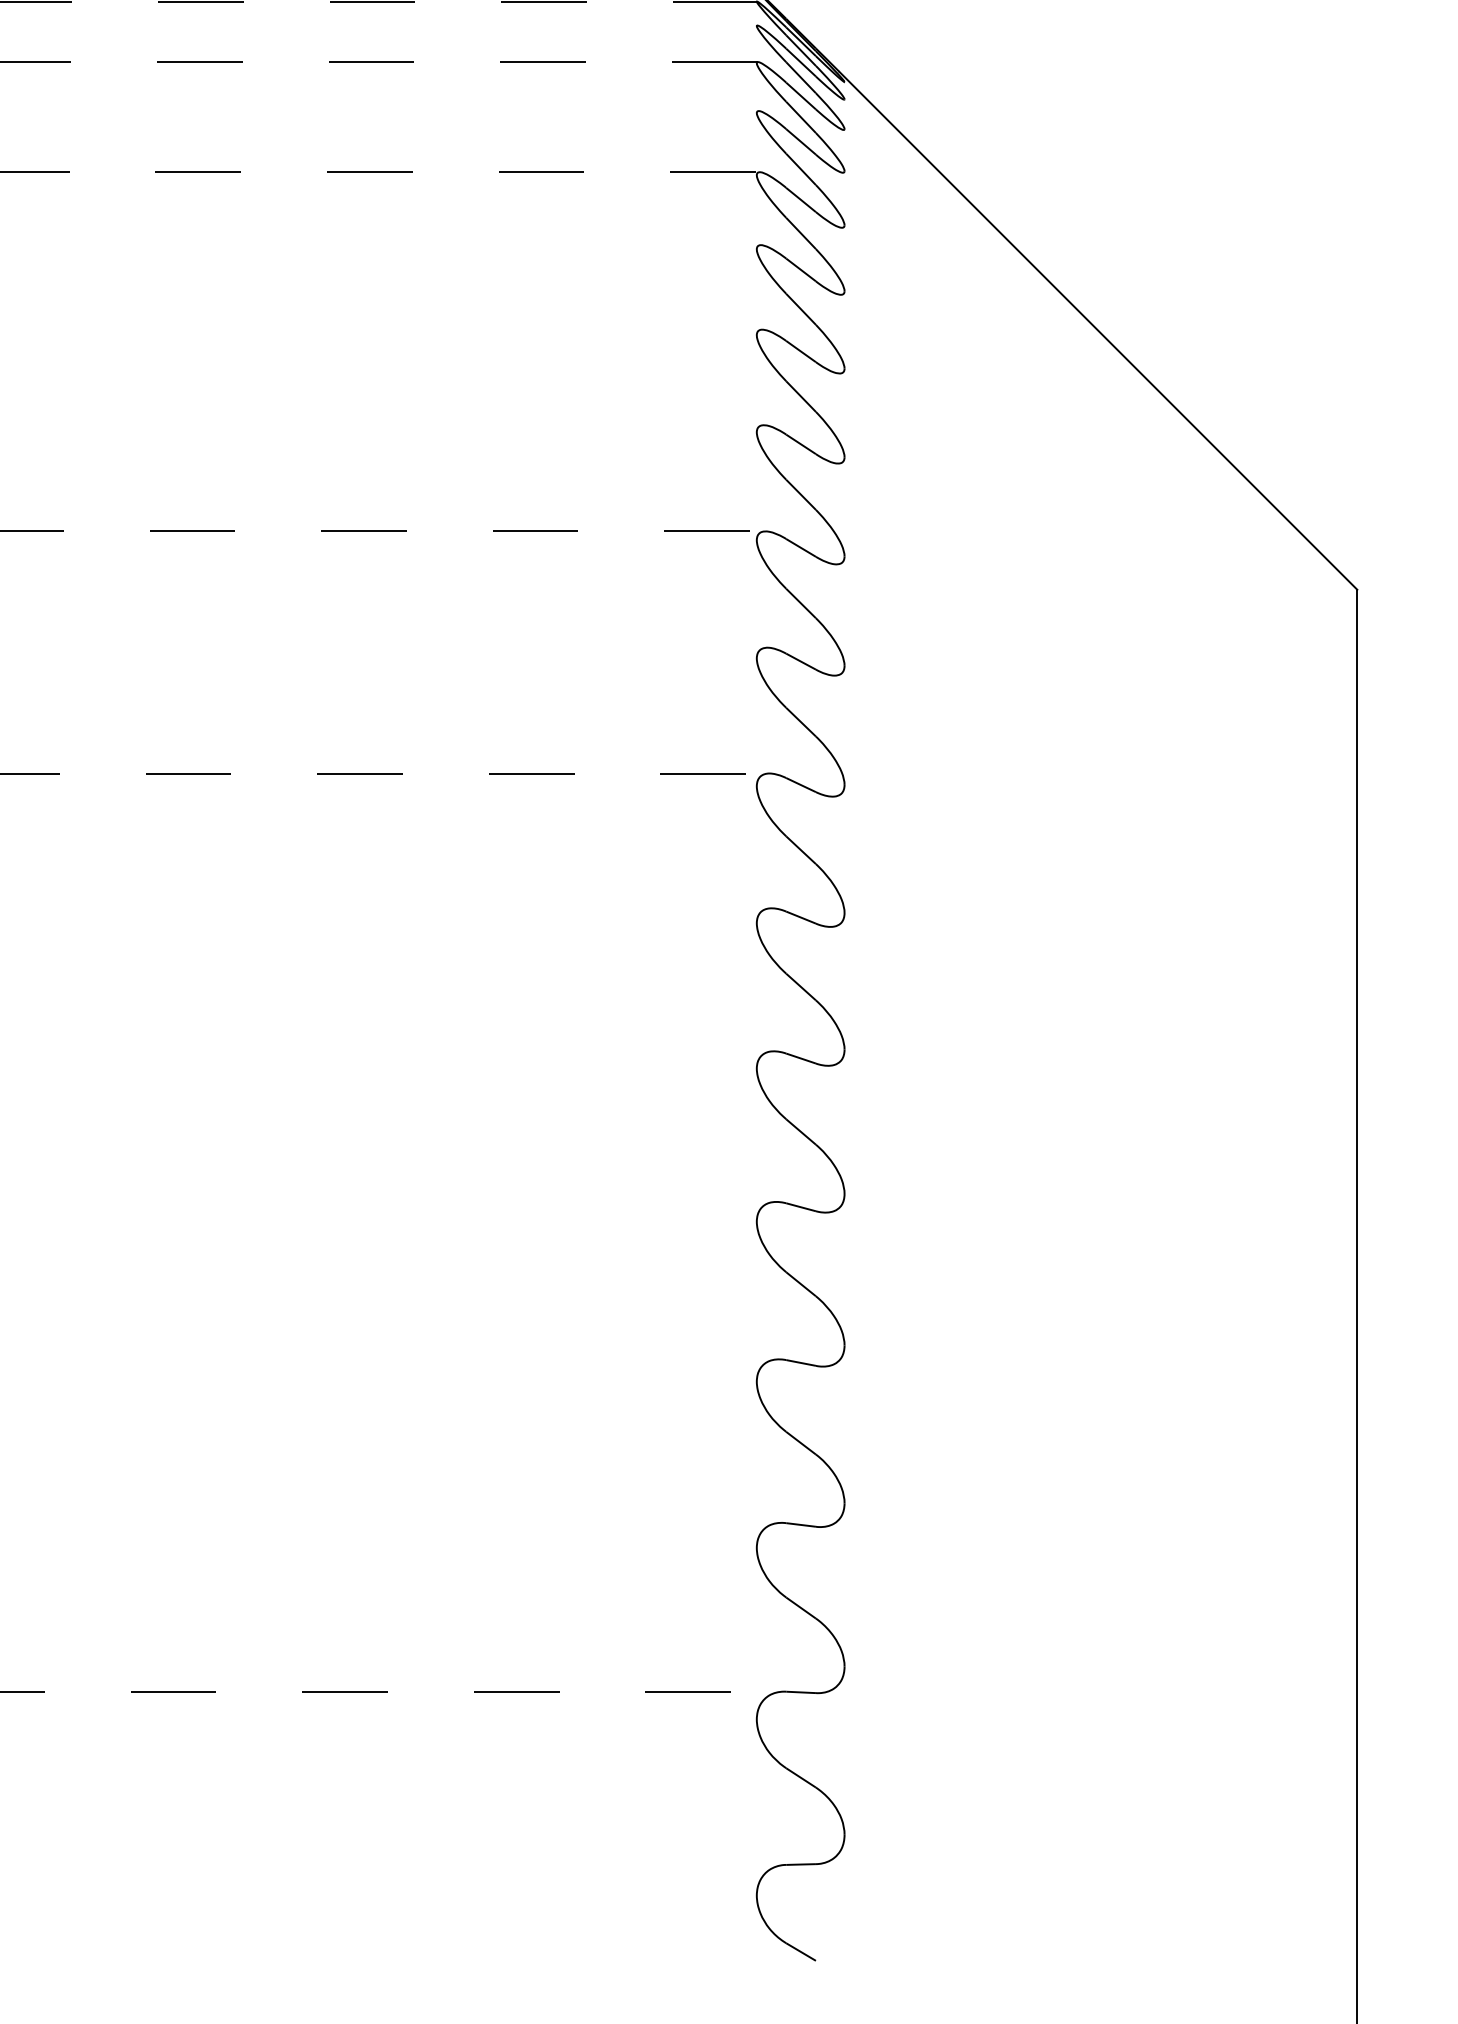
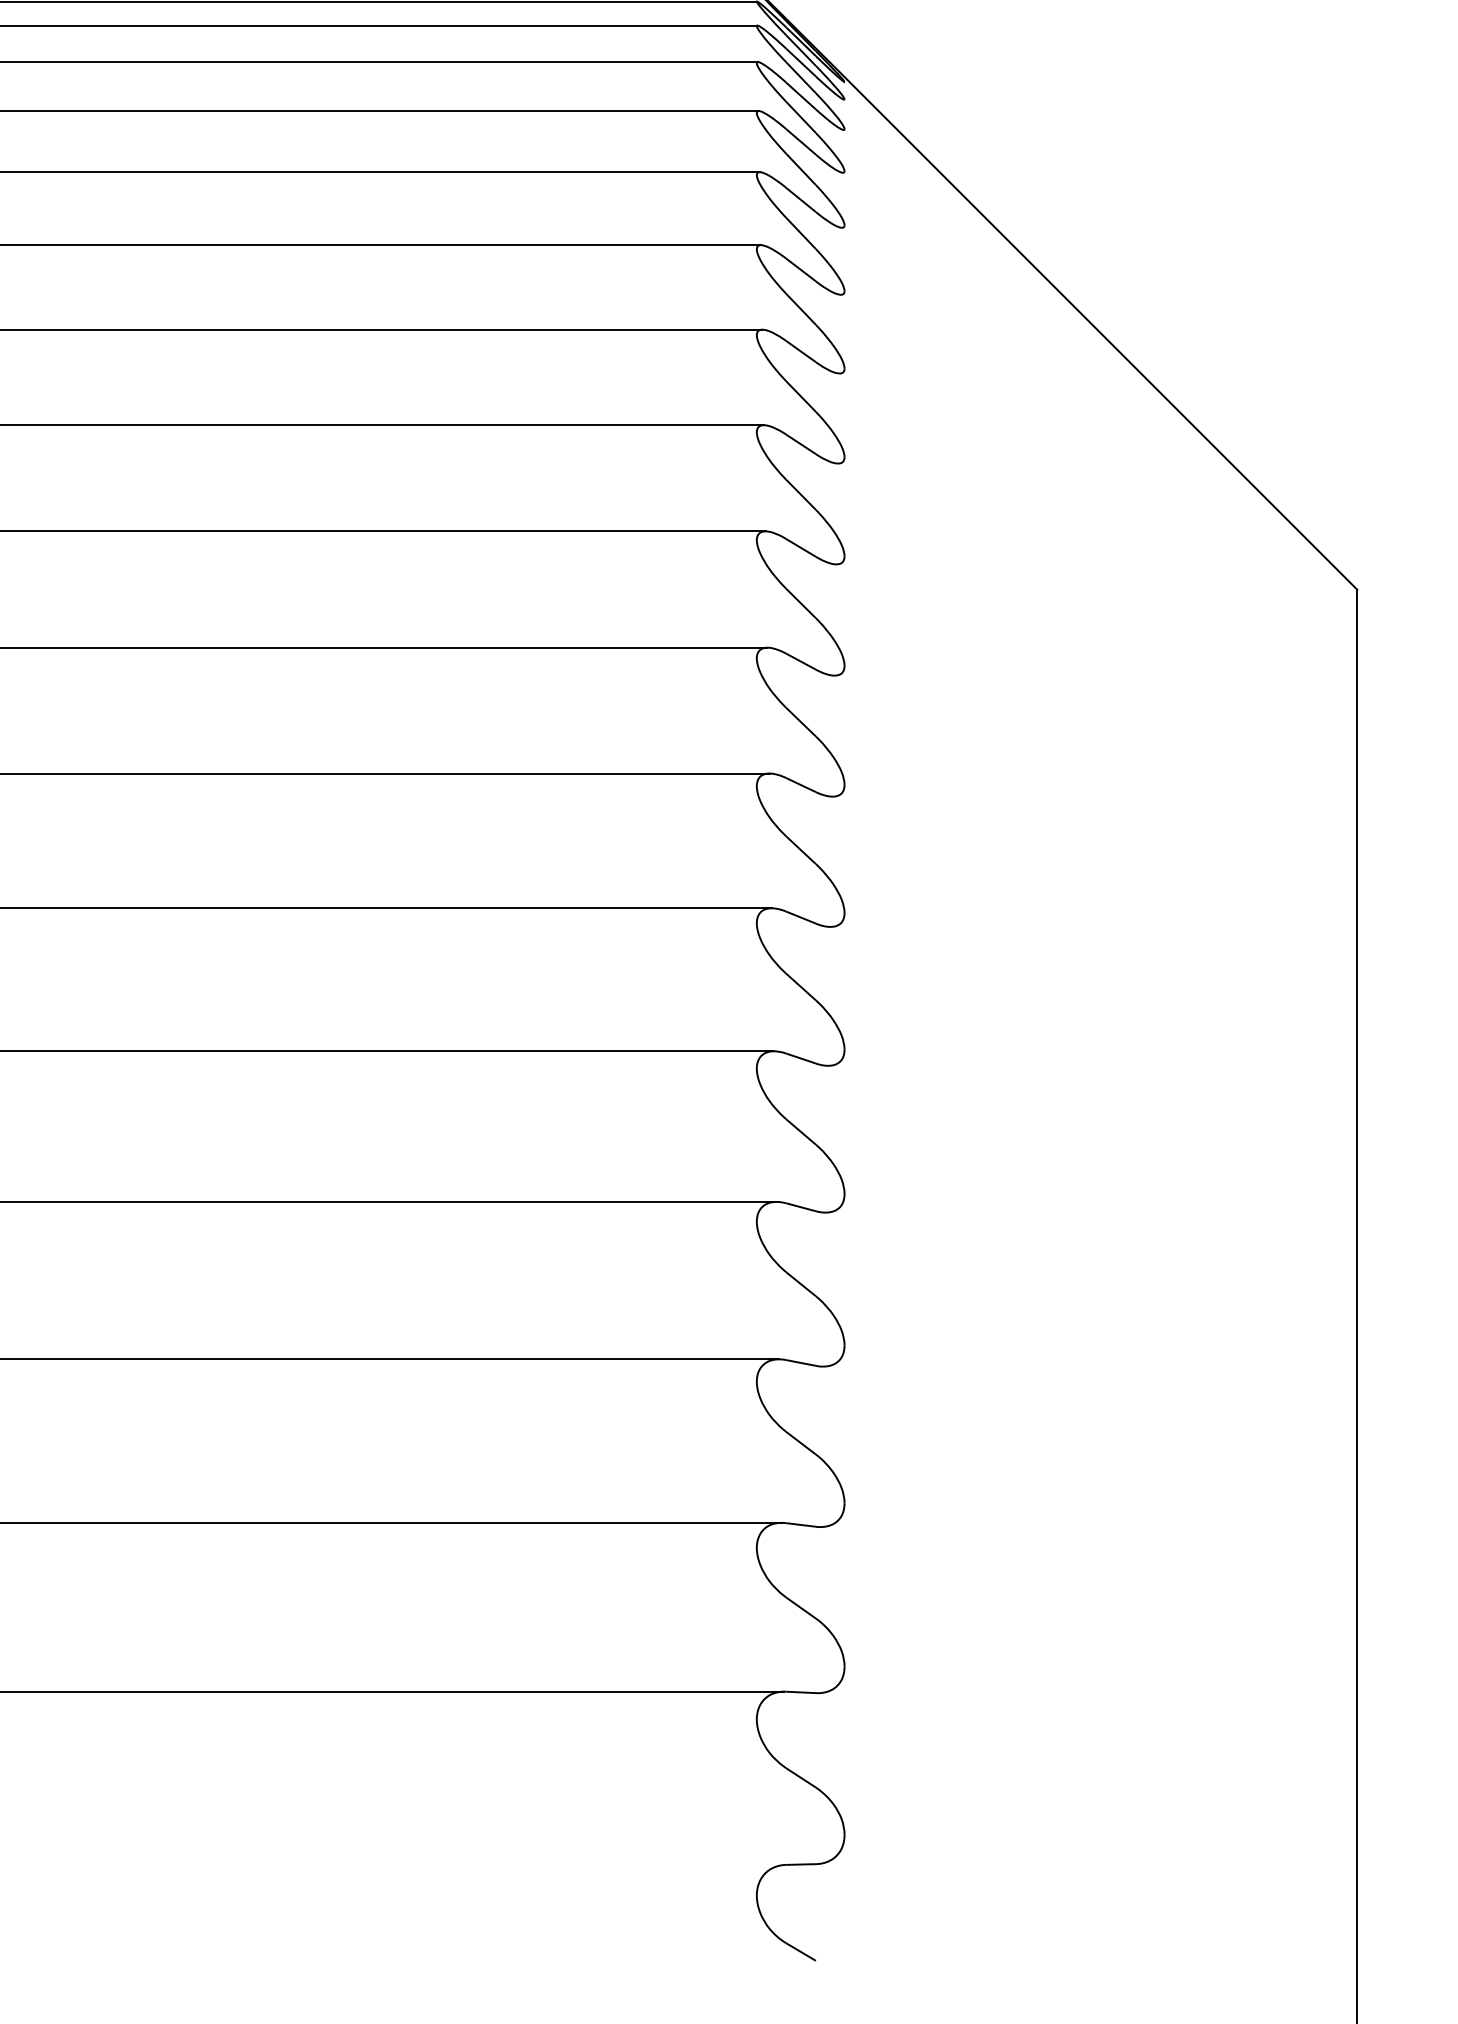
line at (379, 1): dashed -> solid
line at (379, 25): none -> present
line at (379, 62): dashed -> solid
line at (380, 111): none -> present
line at (380, 172): dashed -> solid
line at (381, 245): none -> present
line at (382, 329): none -> present
line at (382, 425): none -> present
line at (383, 531): dashed -> solid
line at (384, 647): none -> present
line at (385, 773): dashed -> solid
line at (386, 908): none -> present
line at (387, 1051): none -> present
line at (389, 1201): none -> present
line at (390, 1359): none -> present
line at (391, 1522): none -> present
line at (392, 1691): dashed -> solid
